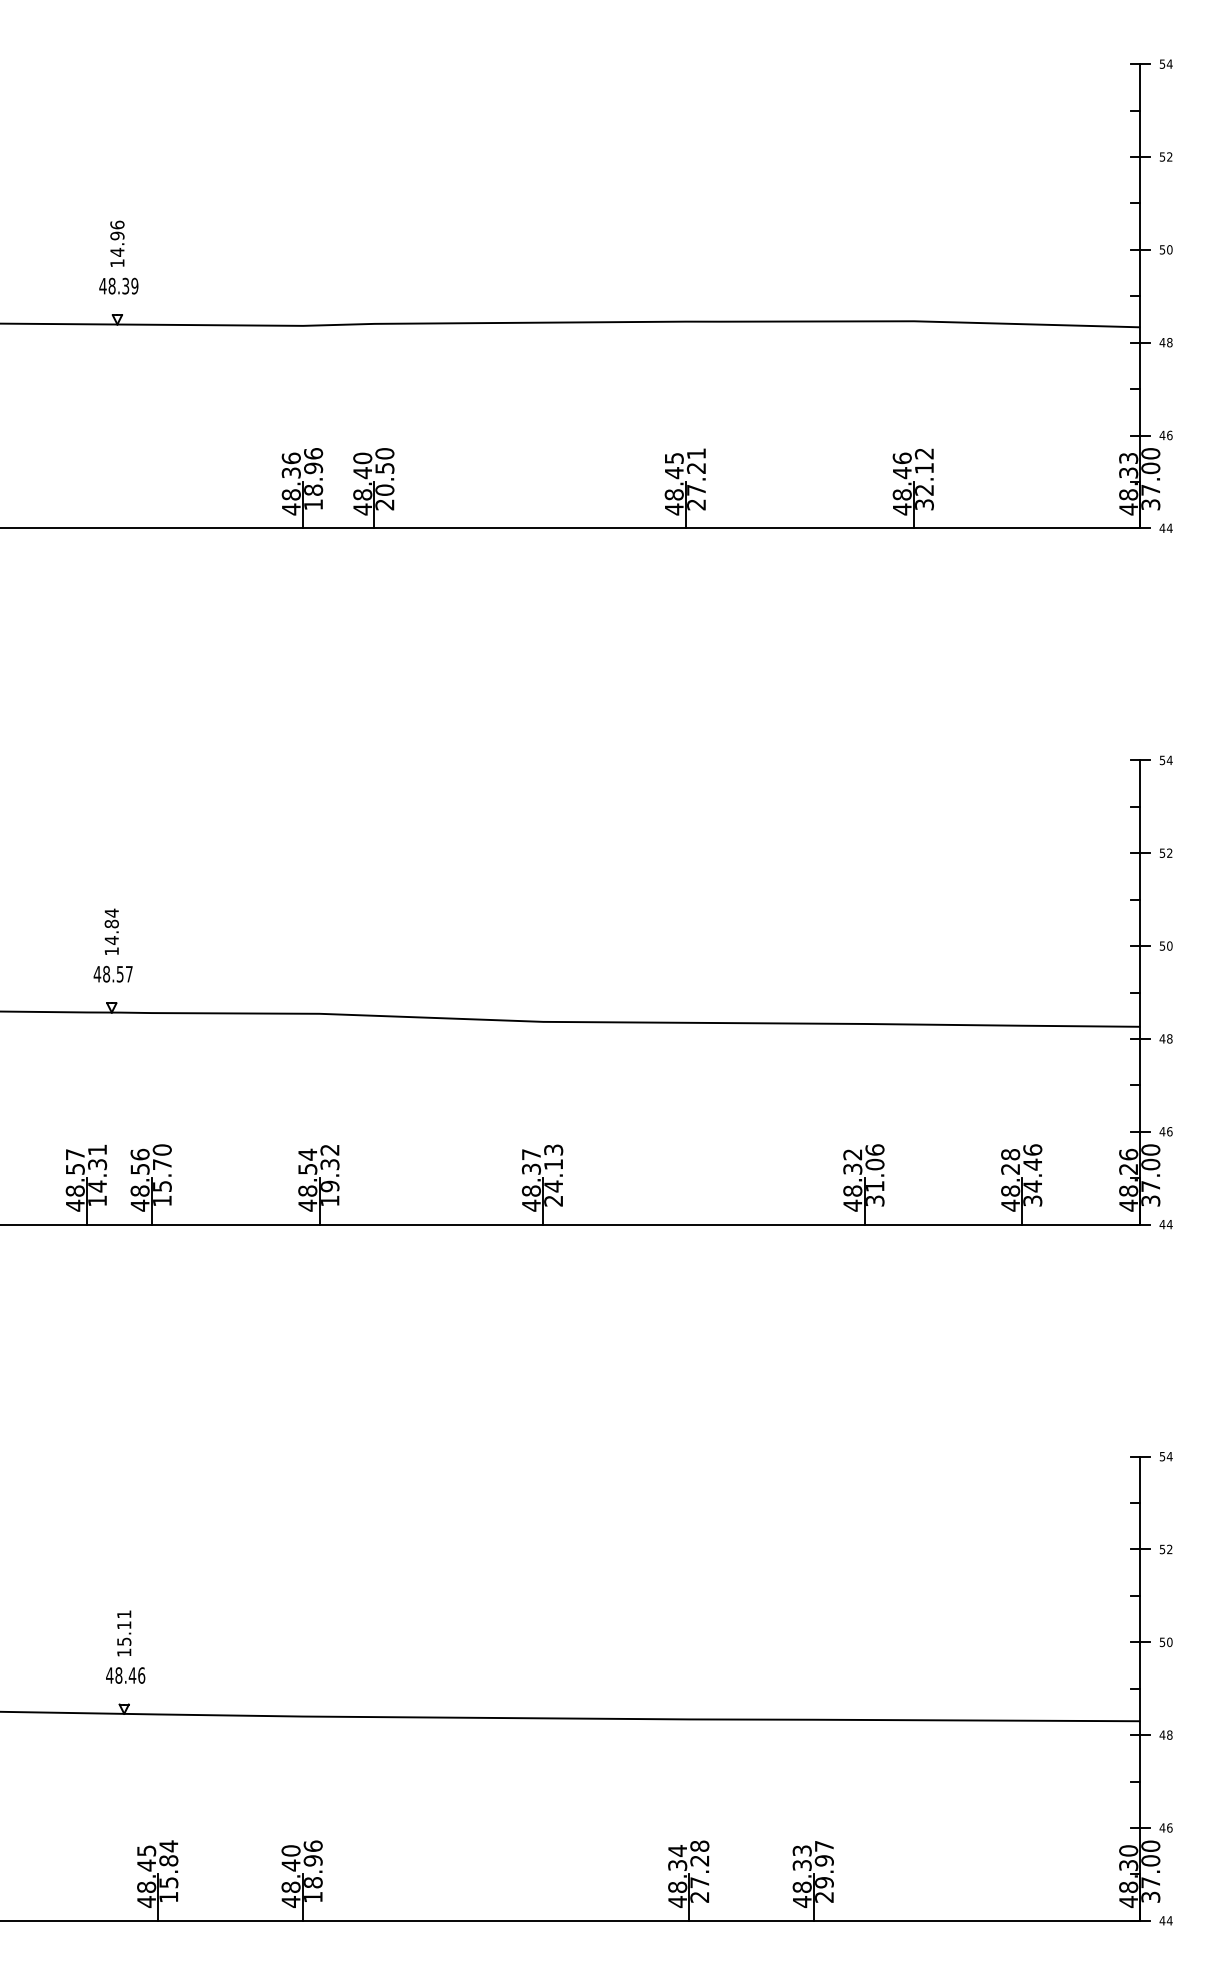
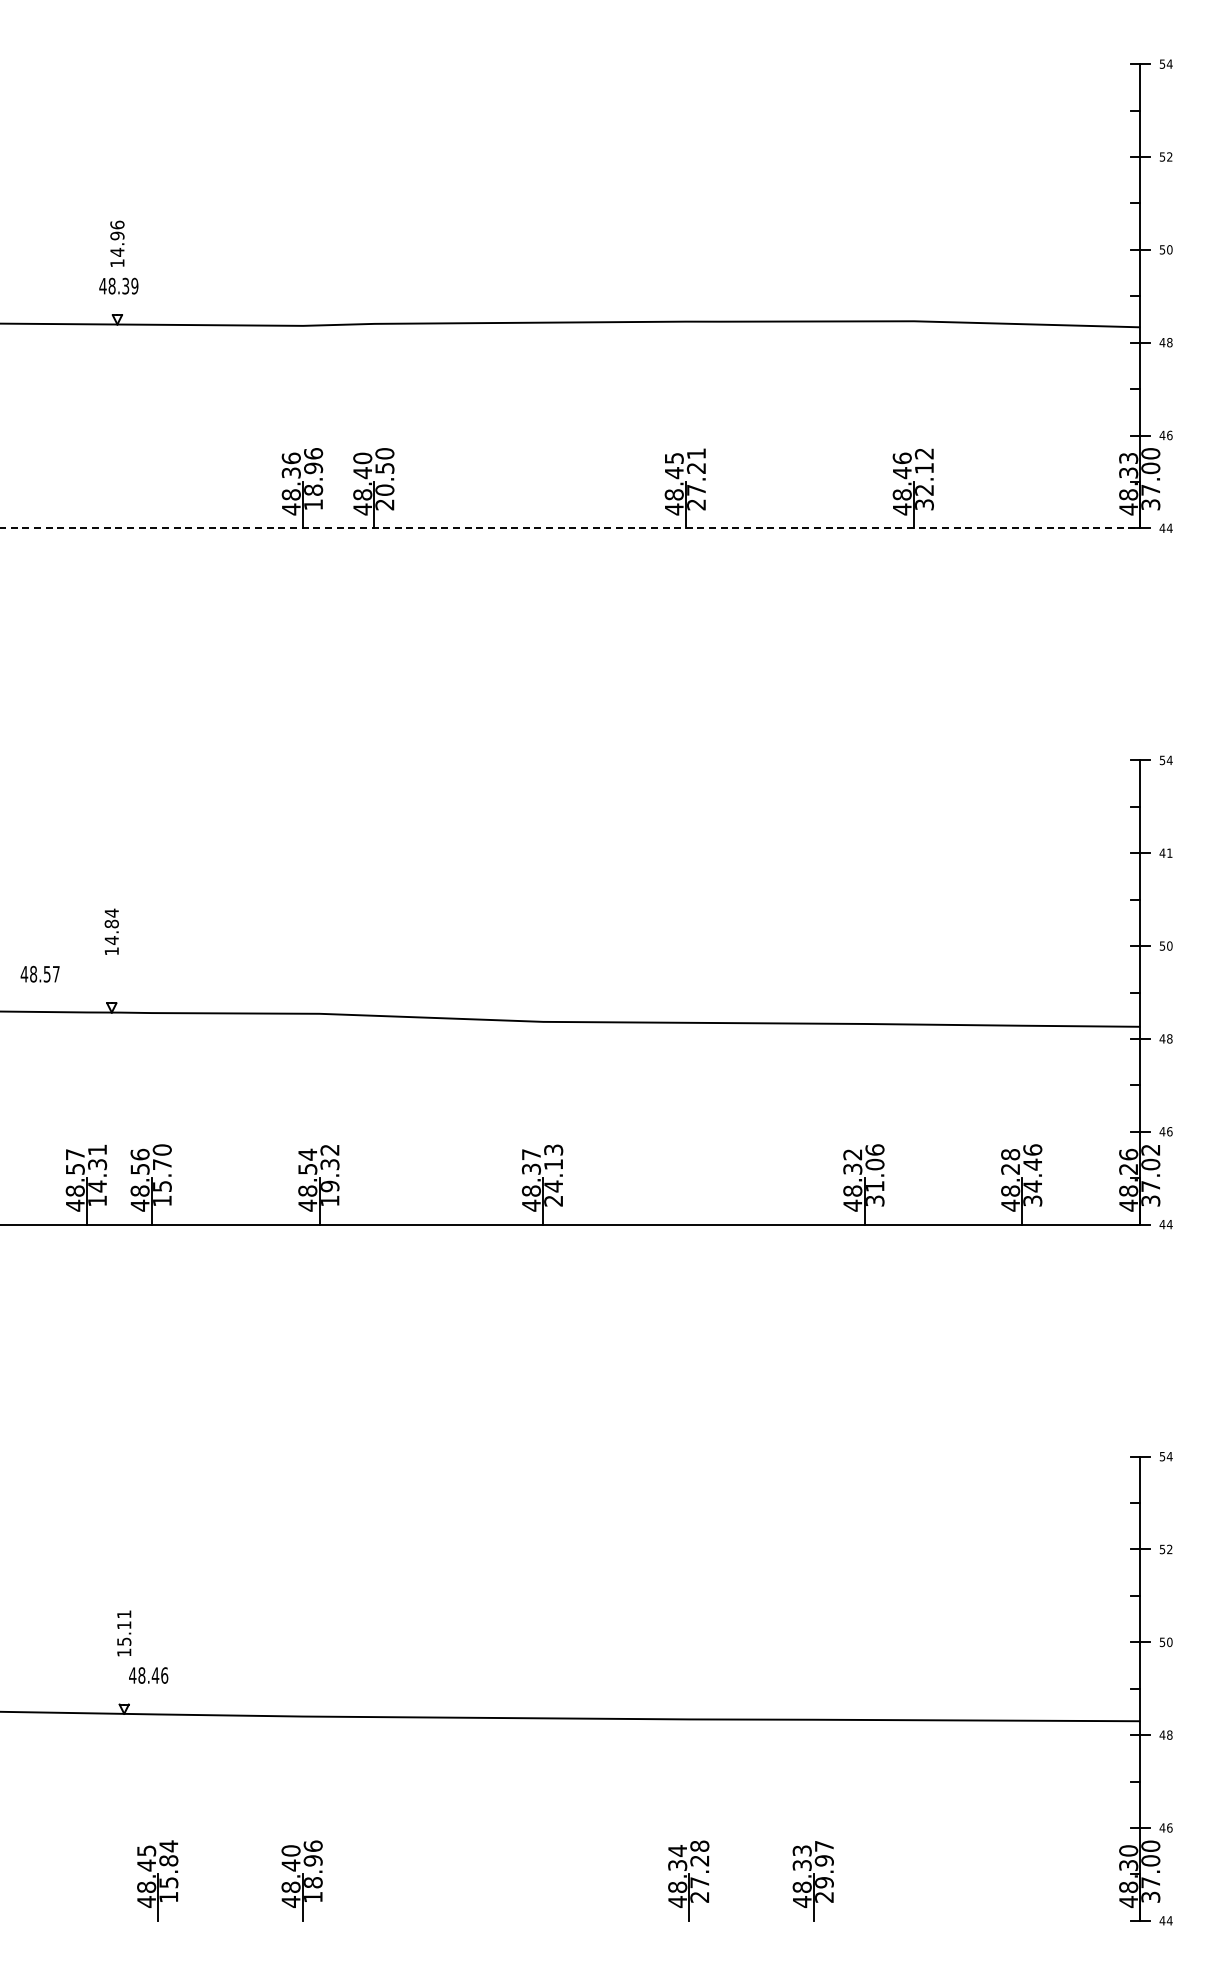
line at (570, 528): solid -> dashed
text at (1165, 852): 52 -> 41
text at (112, 973) position: (112, 973) -> (39, 973)
text at (1150, 1149): 37.00 -> 37.02
text at (125, 1675) position: (125, 1675) -> (148, 1675)
line at (571, 1920): present -> none
